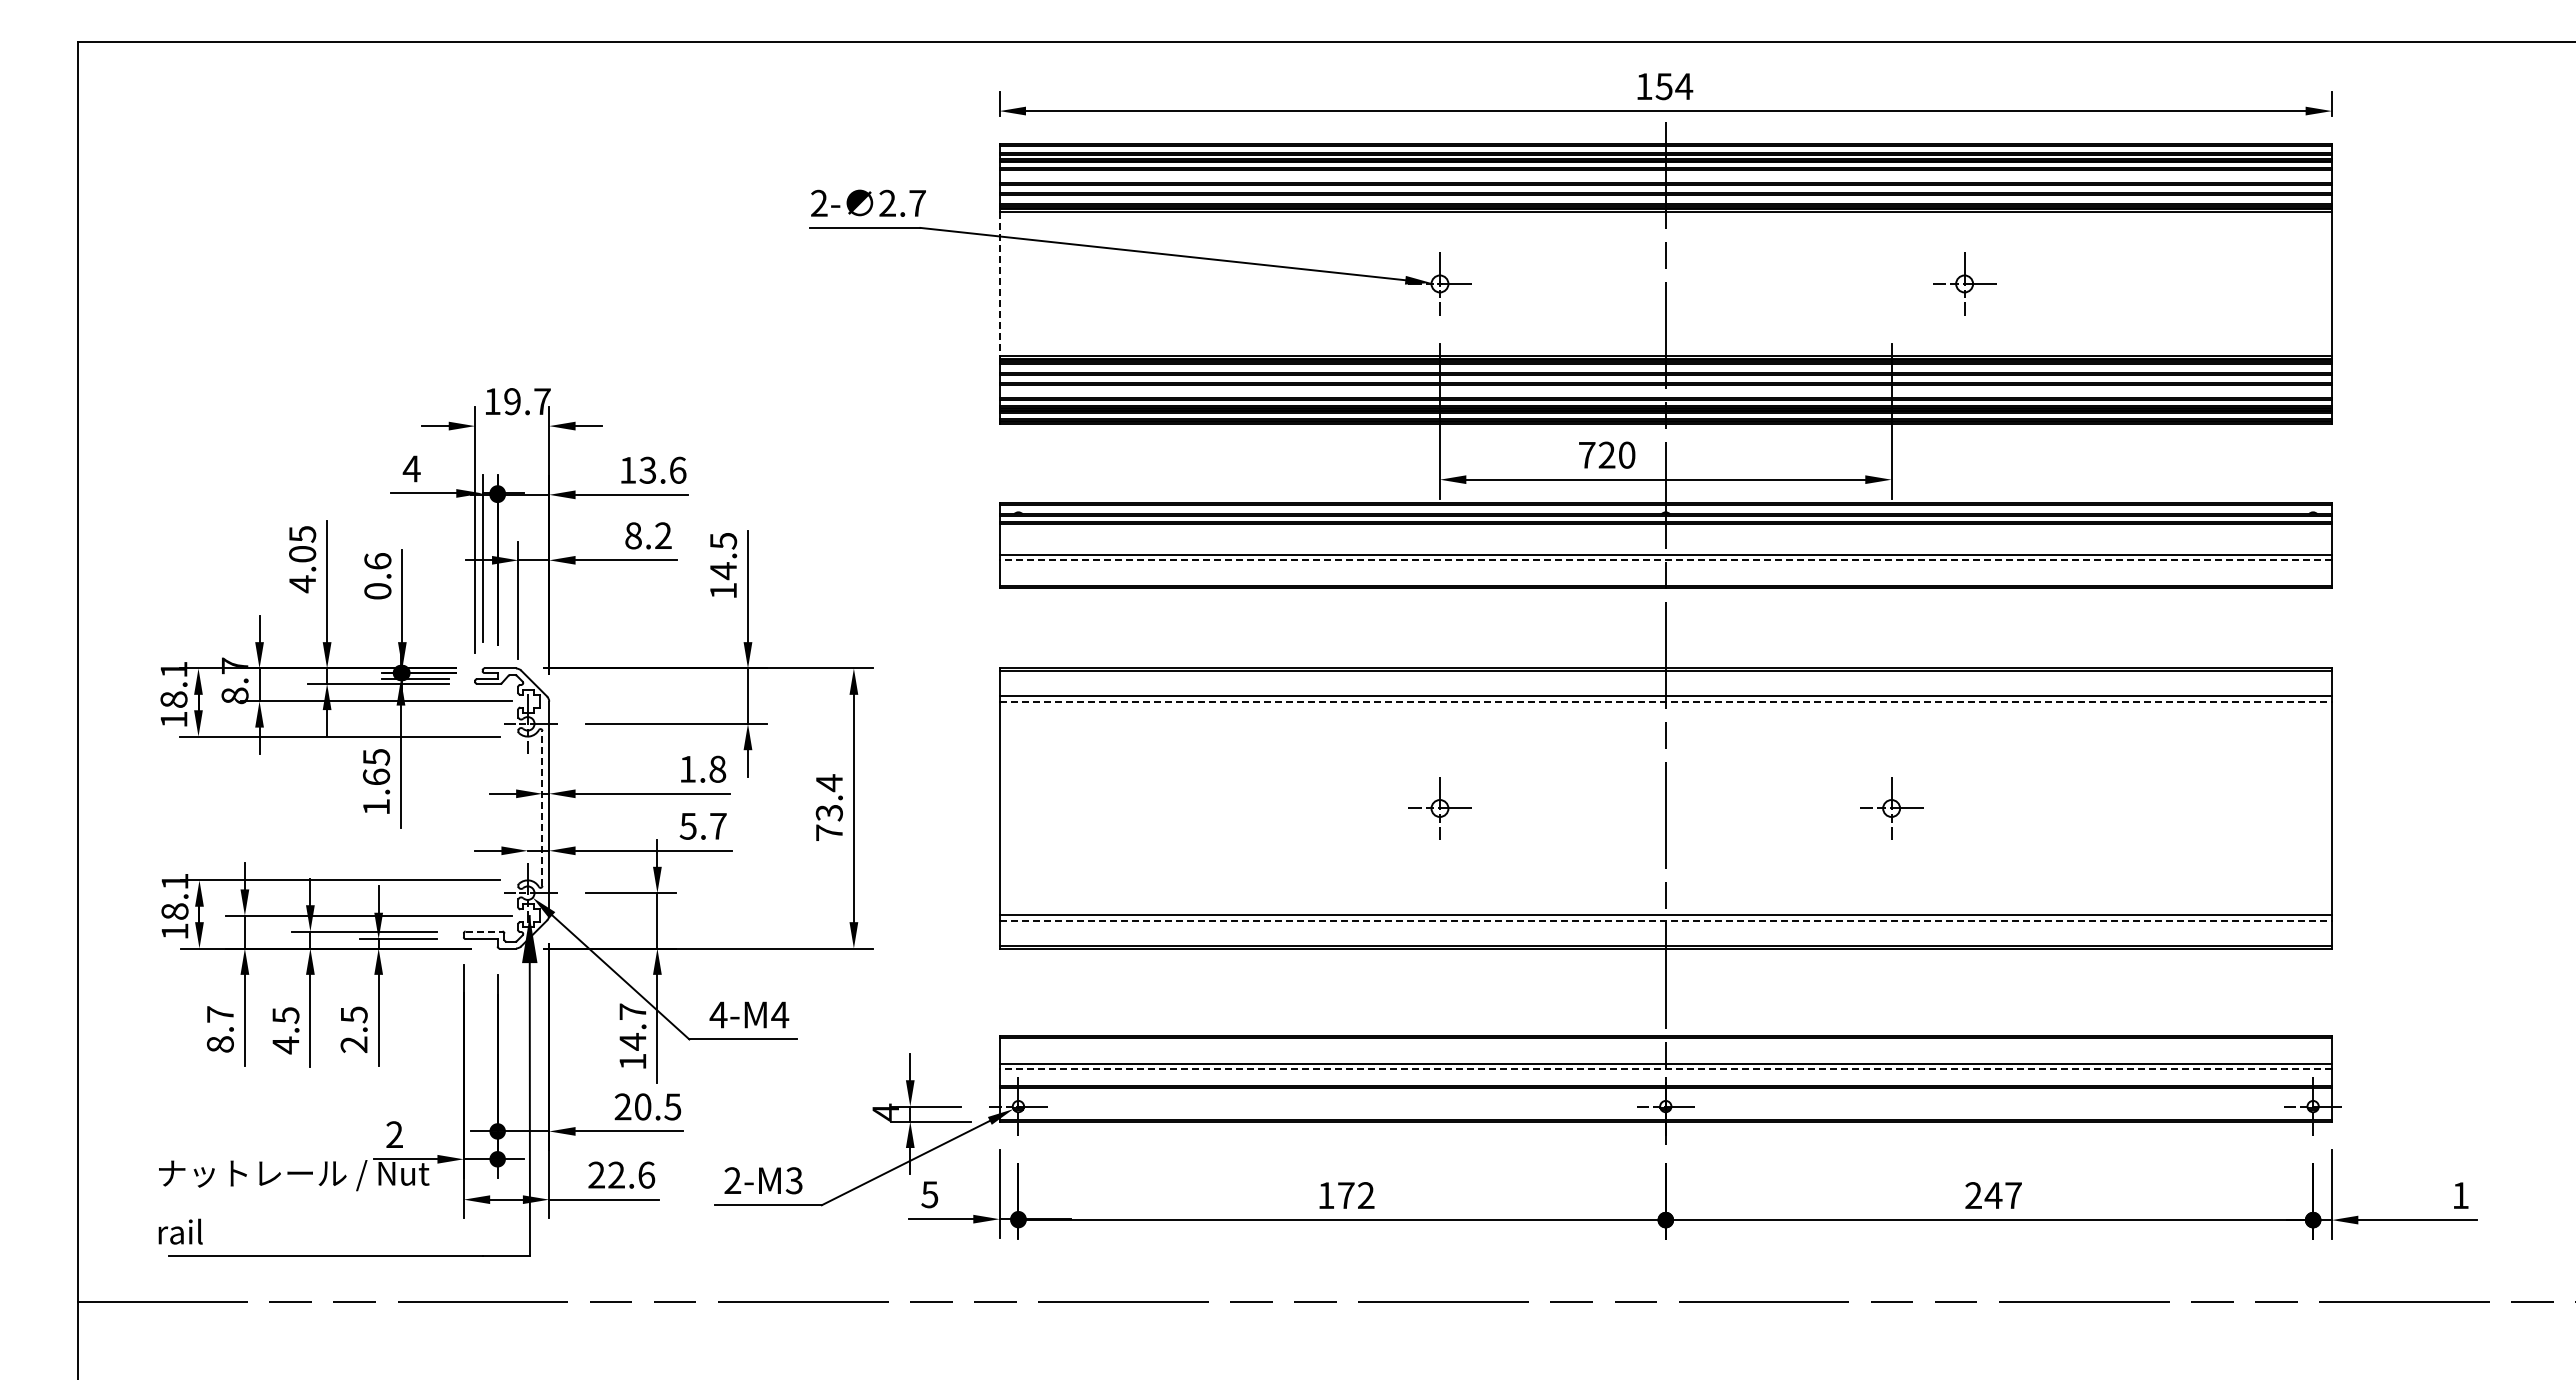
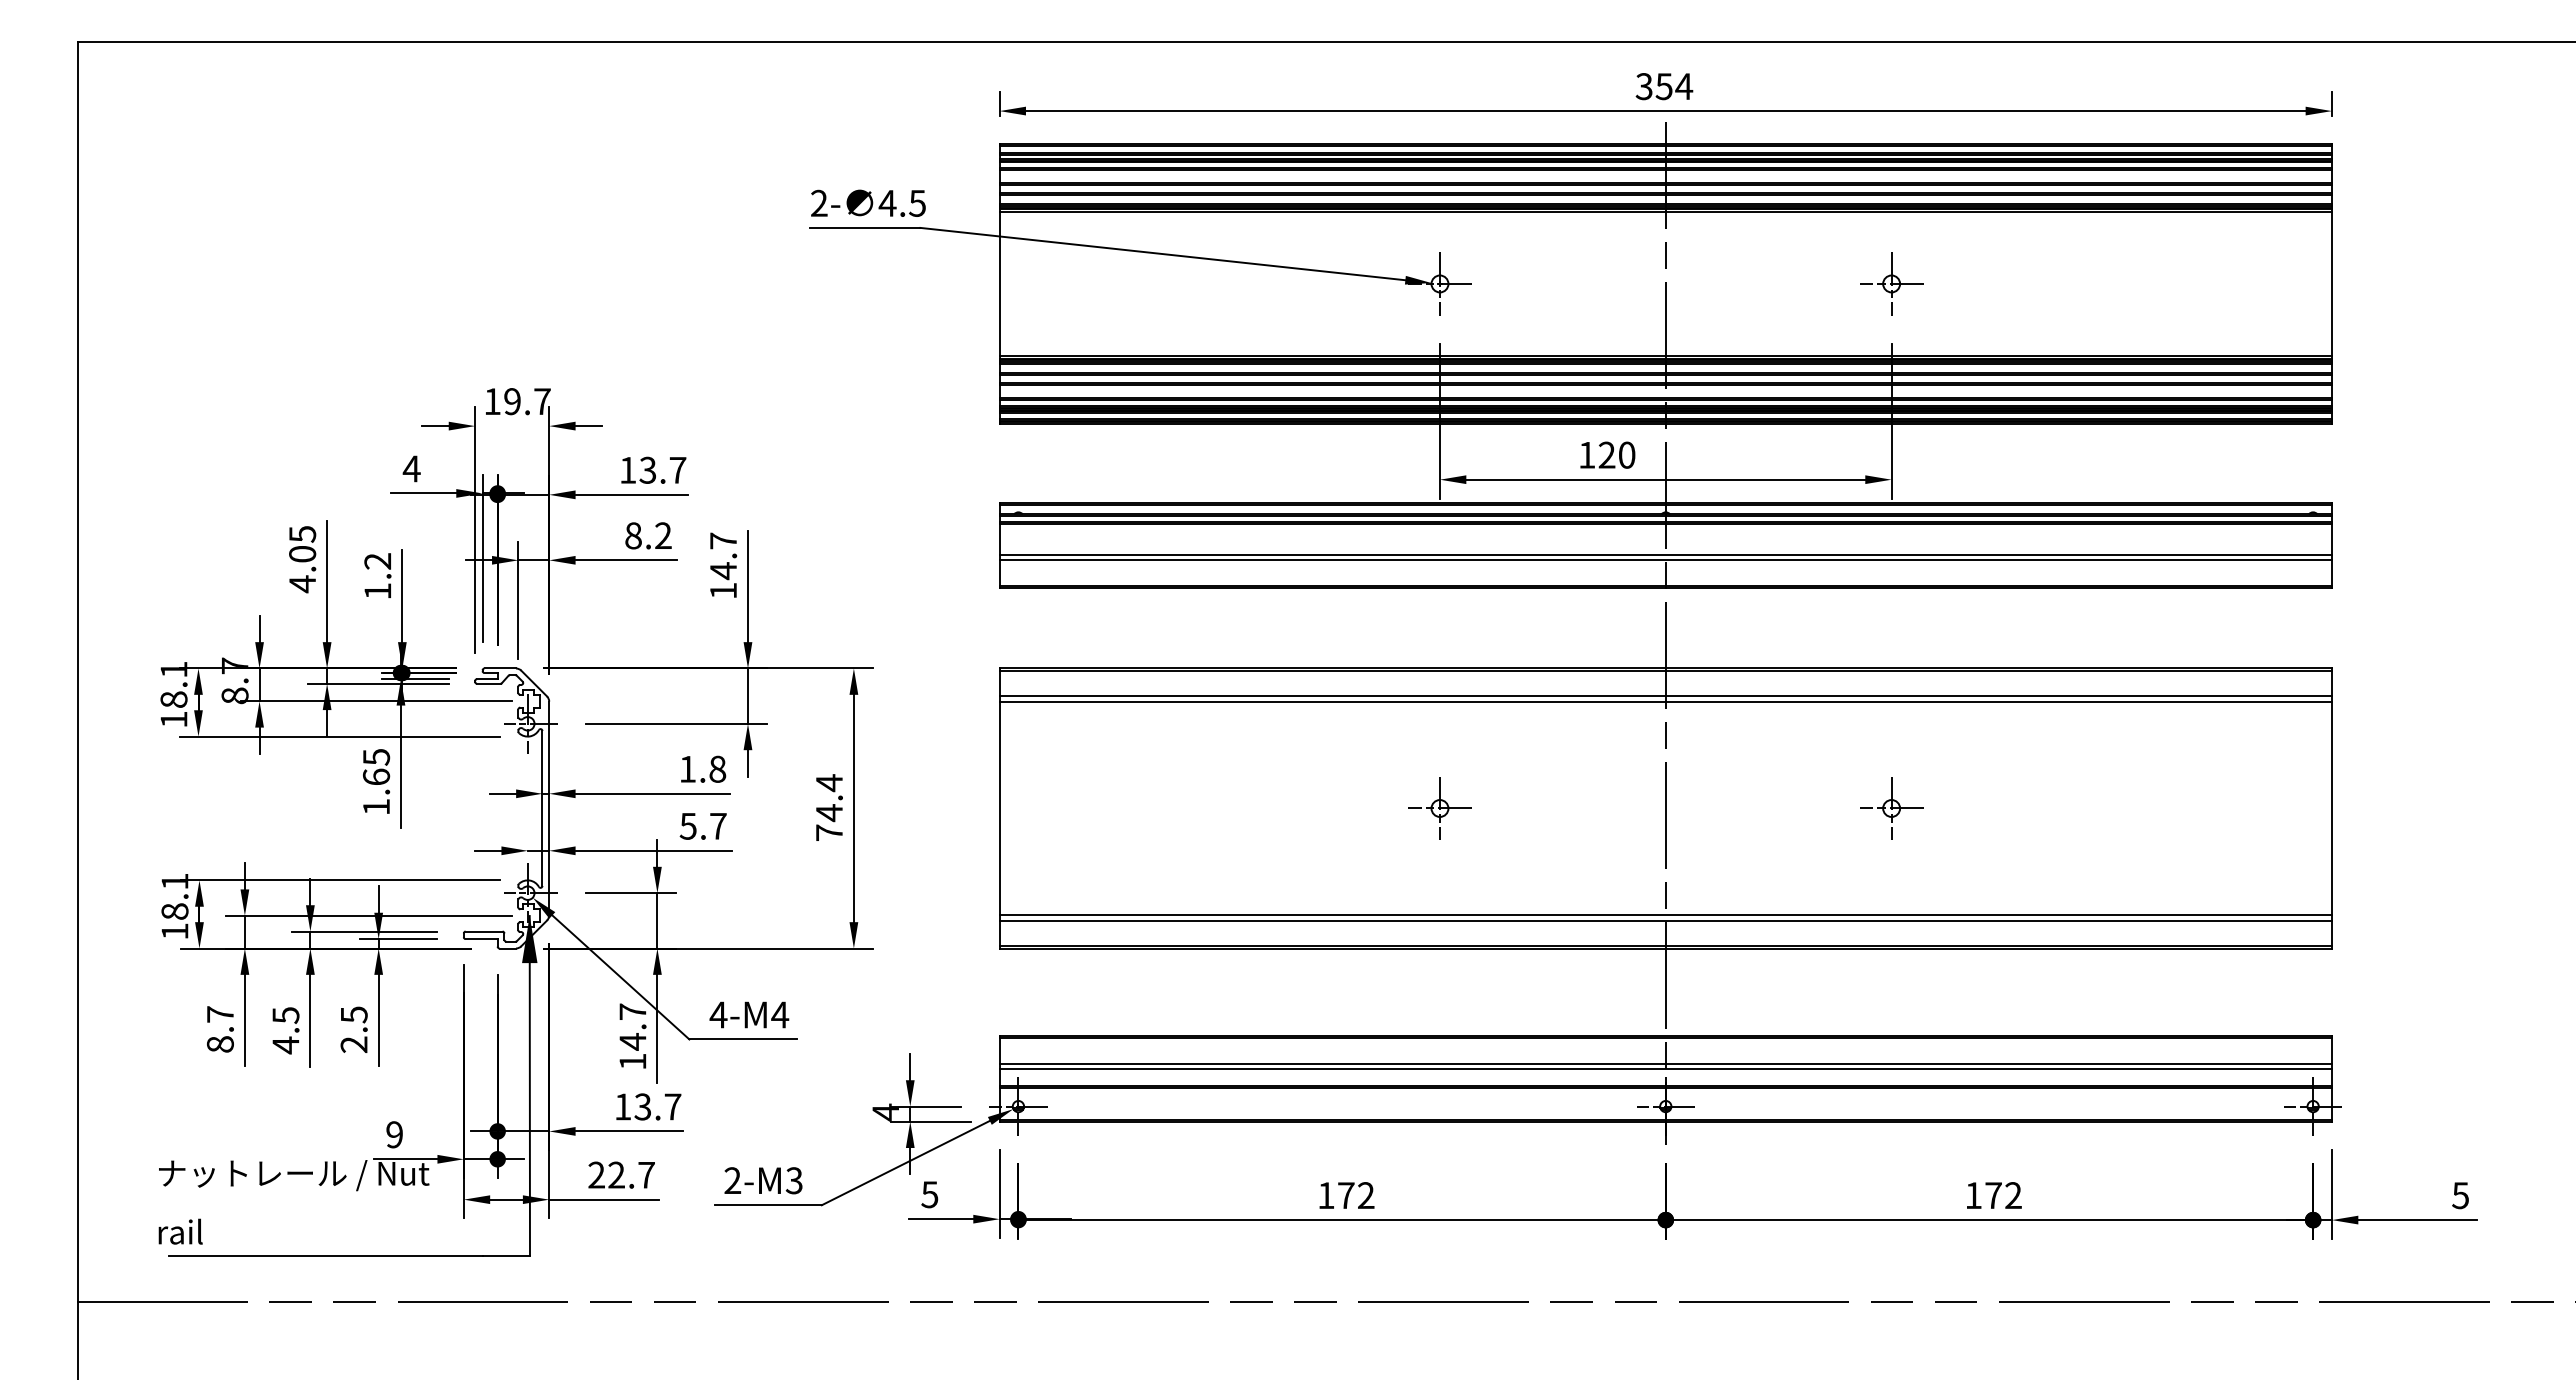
text at (1643, 86): 154 -> 354
text at (901, 202): 2.7 -> 4.5
line at (999, 283): dashed -> solid
part at (1964, 283) position: (1964, 283) -> (1891, 283)
text at (1587, 455): 720 -> 120
text at (677, 469): 13.6 -> 13.7
text at (723, 540): 14.5 -> 14.7
line at (1665, 560): dashed -> solid
text at (377, 576): 0.6 -> 1.2
line at (1666, 701): dashed -> solid
line at (542, 808): dashed -> solid
text at (828, 813): 73.4 -> 74.4
line at (1666, 920): dashed -> solid
line at (484, 931): dashed -> solid
line at (1665, 1069): dashed -> solid
text at (647, 1106): 20.5 -> 13.7
text at (394, 1134): 2 -> 9
text at (646, 1174): 22.6 -> 22.7
text at (1993, 1195): 247 -> 172
text at (2460, 1195): 1 -> 5
